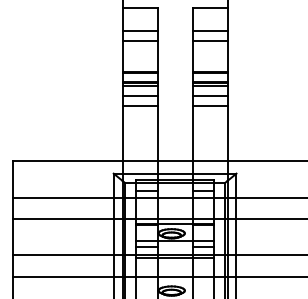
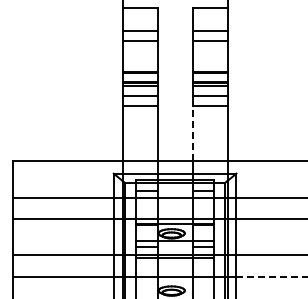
line at (192, 133): solid -> dashed
line at (272, 277): solid -> dashed
